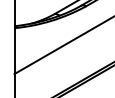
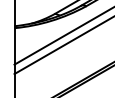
line at (62, 36): none -> present
